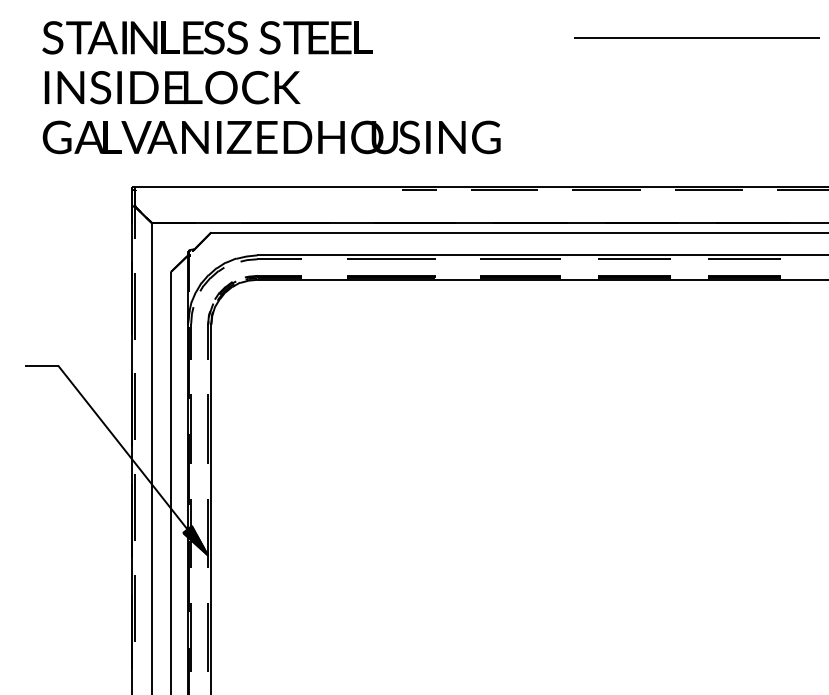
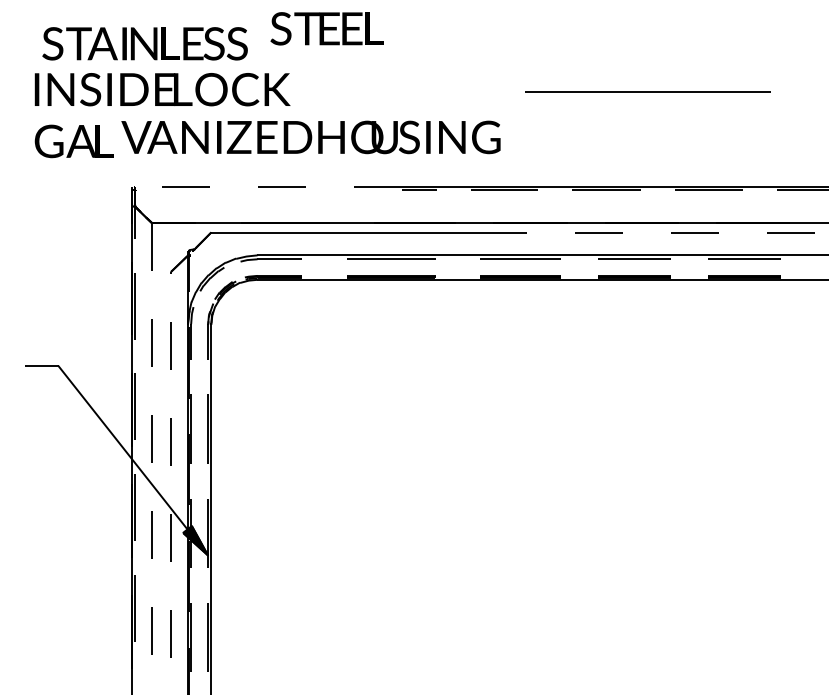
text at (144, 37) position: (144, 37) -> (144, 43)
text at (315, 37) position: (315, 37) -> (326, 28)
line at (696, 37) position: (696, 37) -> (647, 91)
text at (172, 87) position: (172, 87) -> (162, 89)
text at (81, 137) position: (81, 137) -> (73, 141)
line at (266, 187): solid -> dashed
line at (653, 232): solid -> dashed
line at (151, 458): solid -> dashed
line at (171, 482): solid -> dashed
